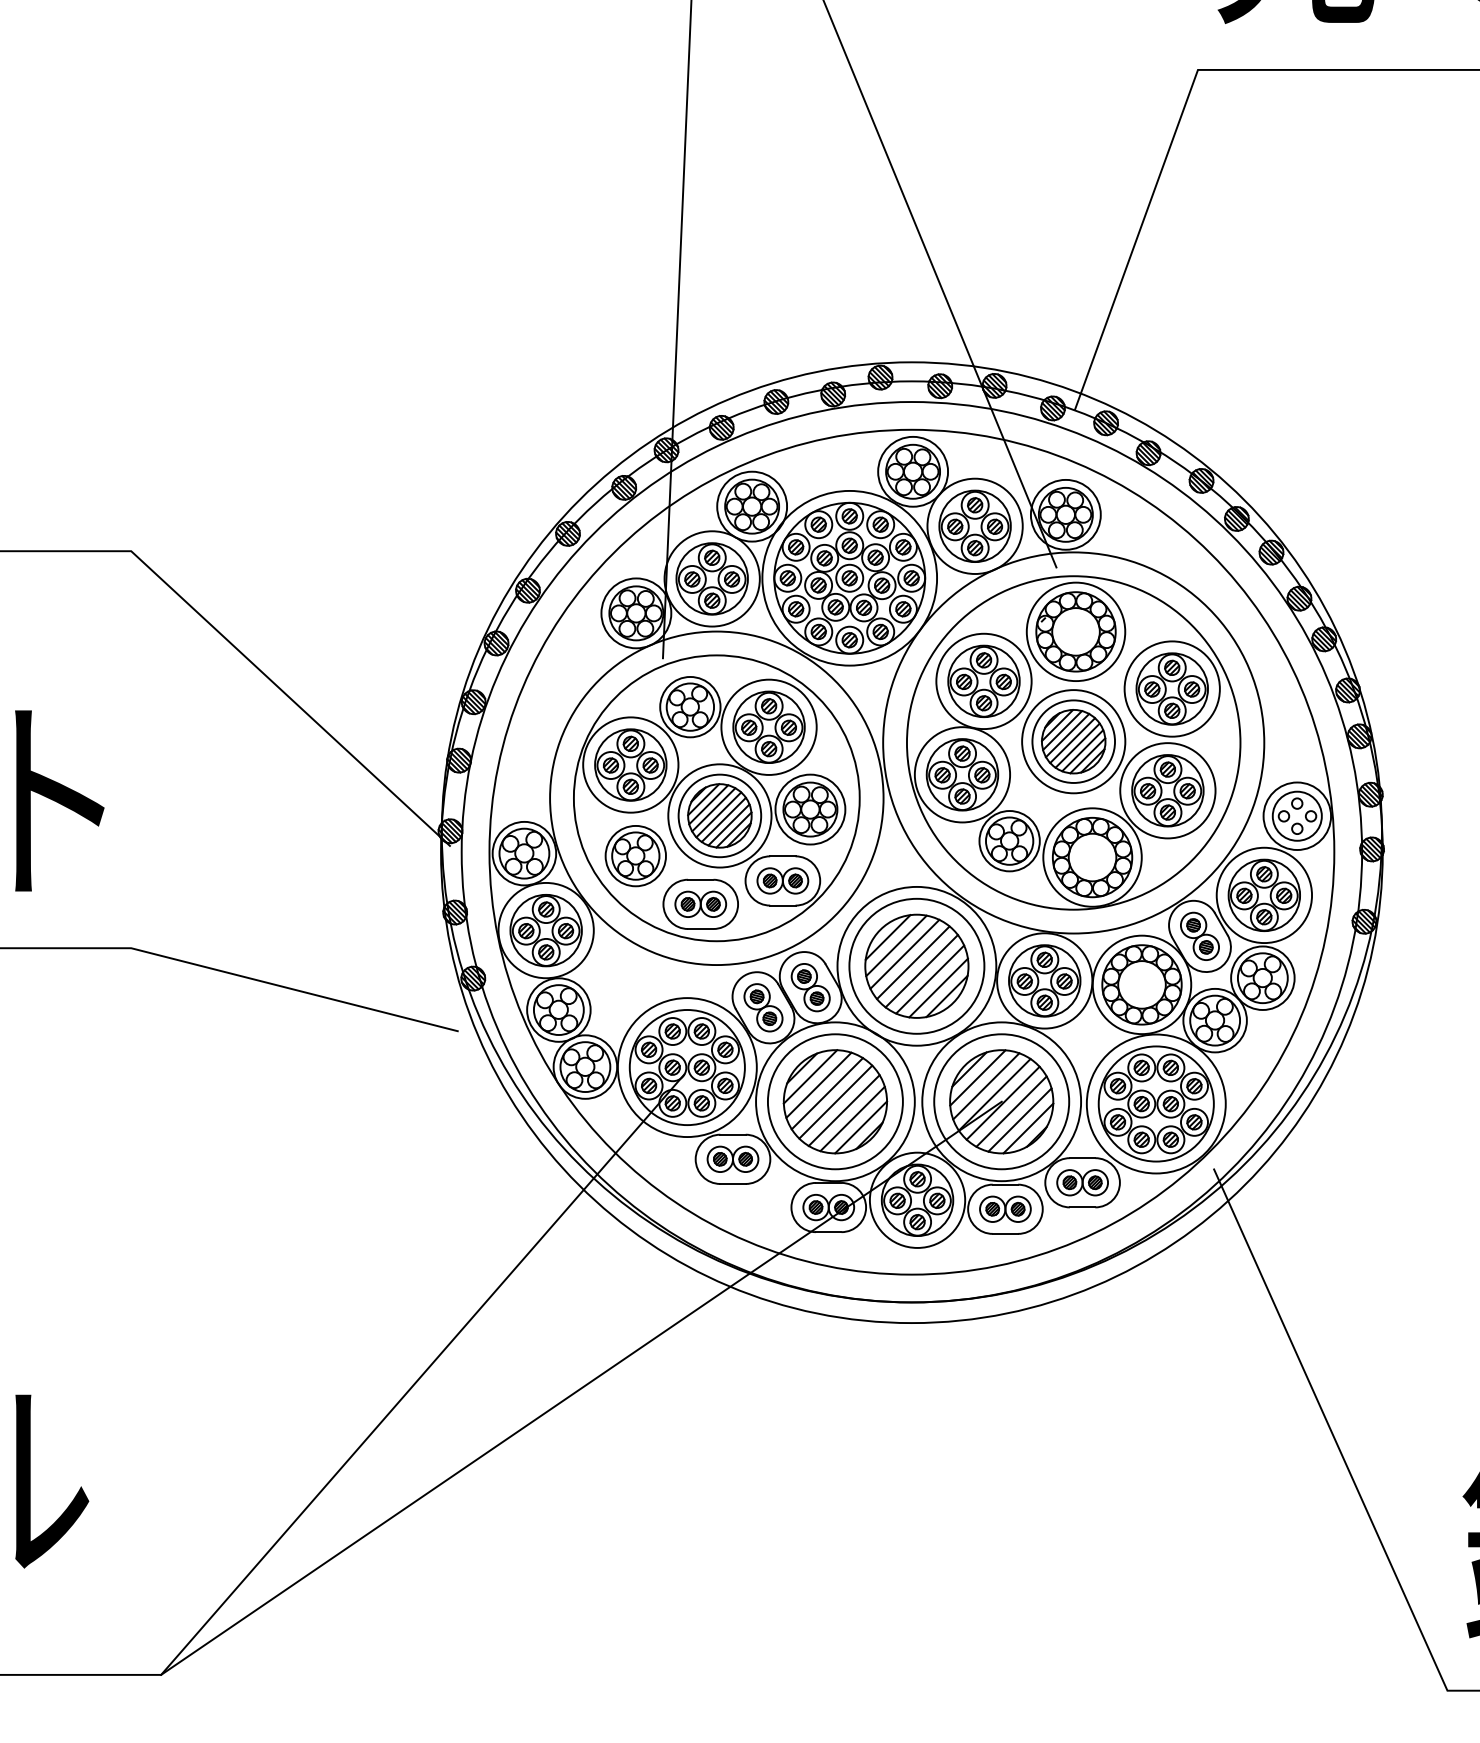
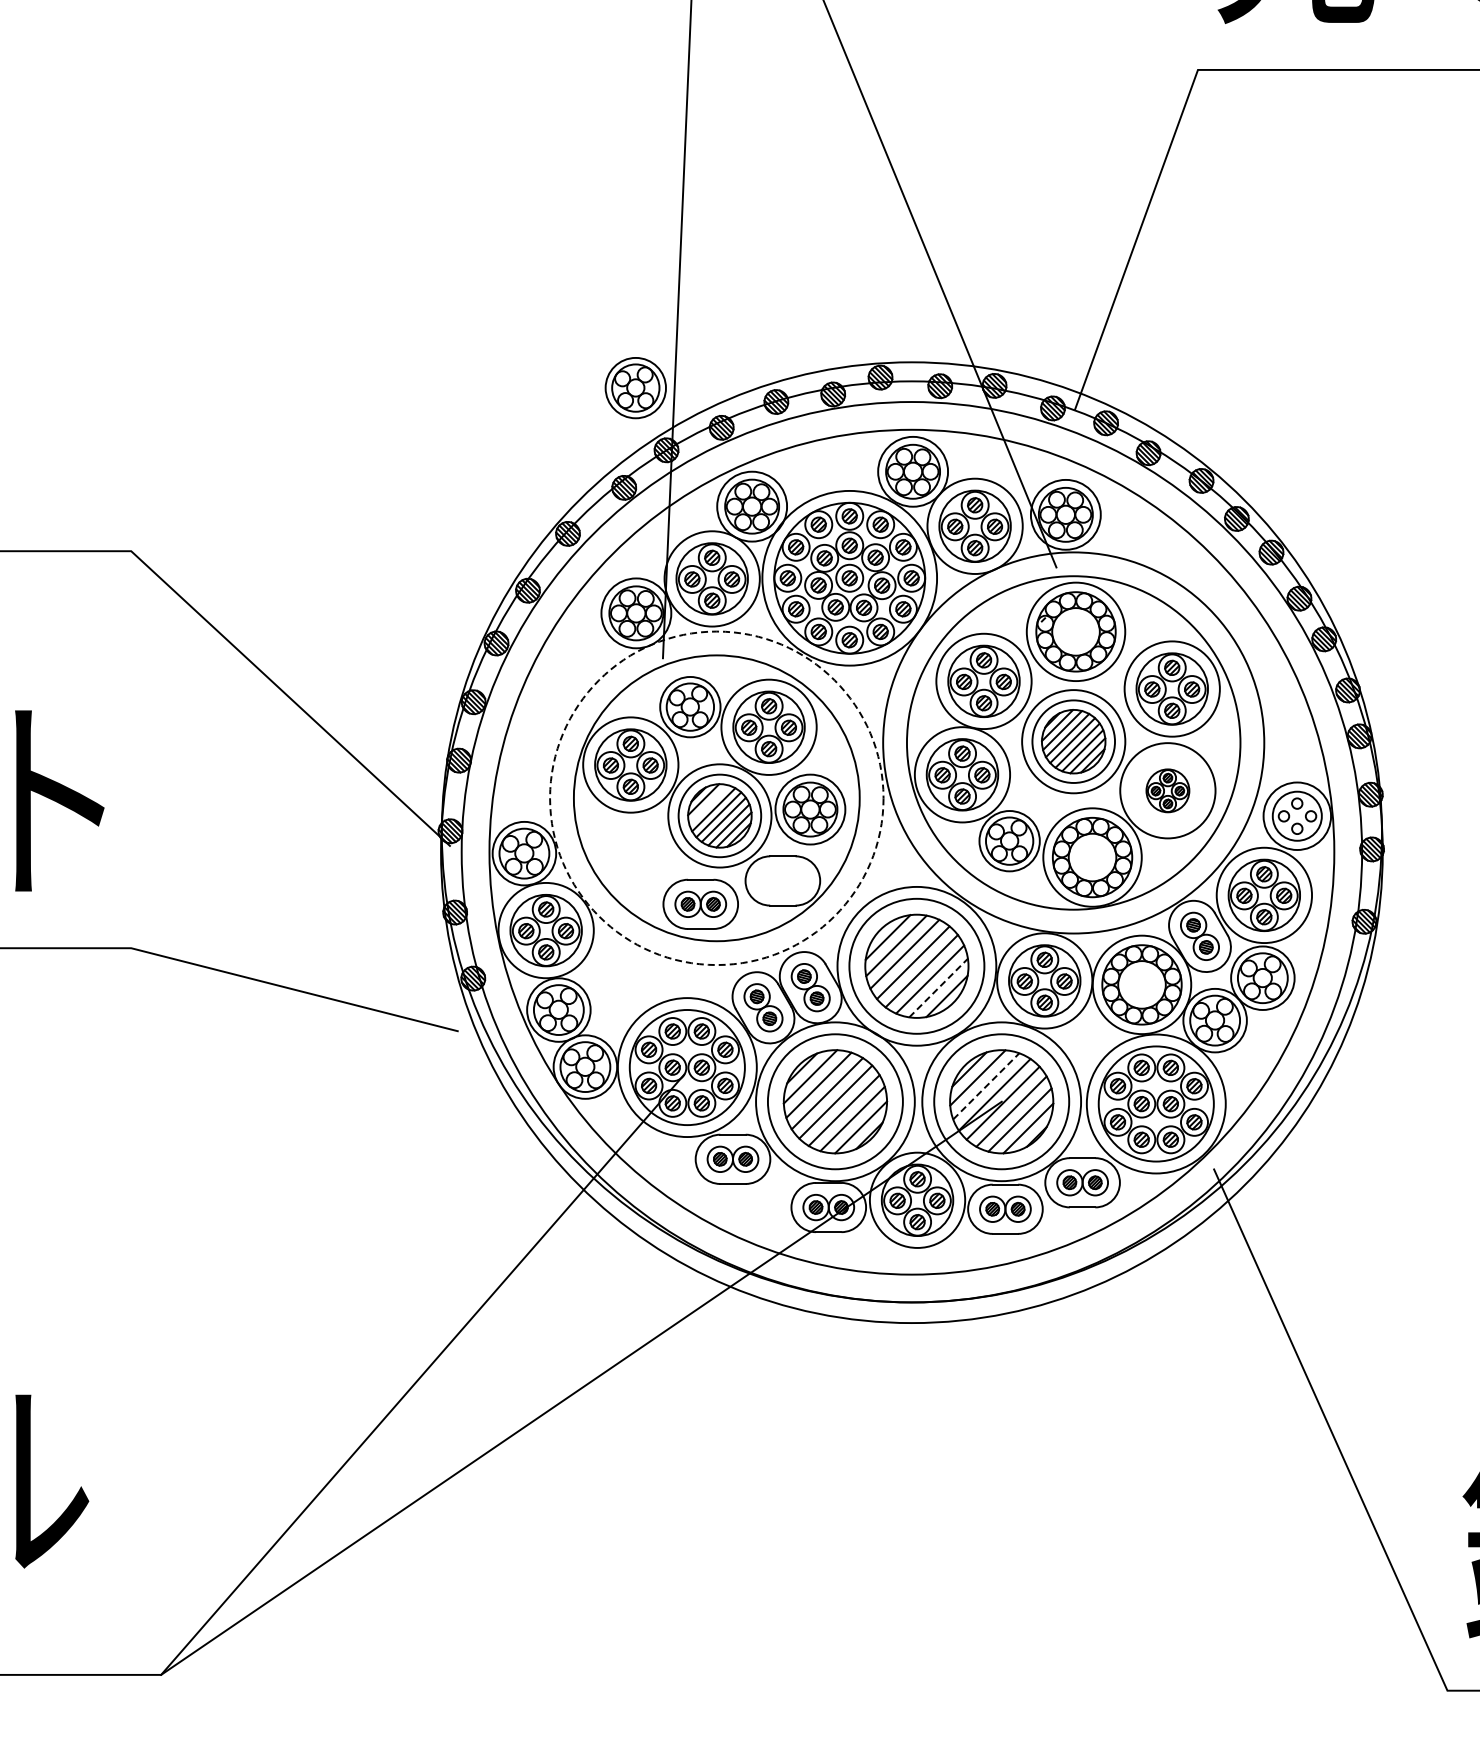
part at (1167, 790) size: 74x74 px -> 46x46 px
circle at (716, 798): solid -> dashed
line at (708, 804): present -> none
part at (635, 856) position: (635, 856) -> (635, 388)
part at (782, 880): present -> none
line at (938, 987): solid -> dashed
line at (986, 1086): solid -> dashed
